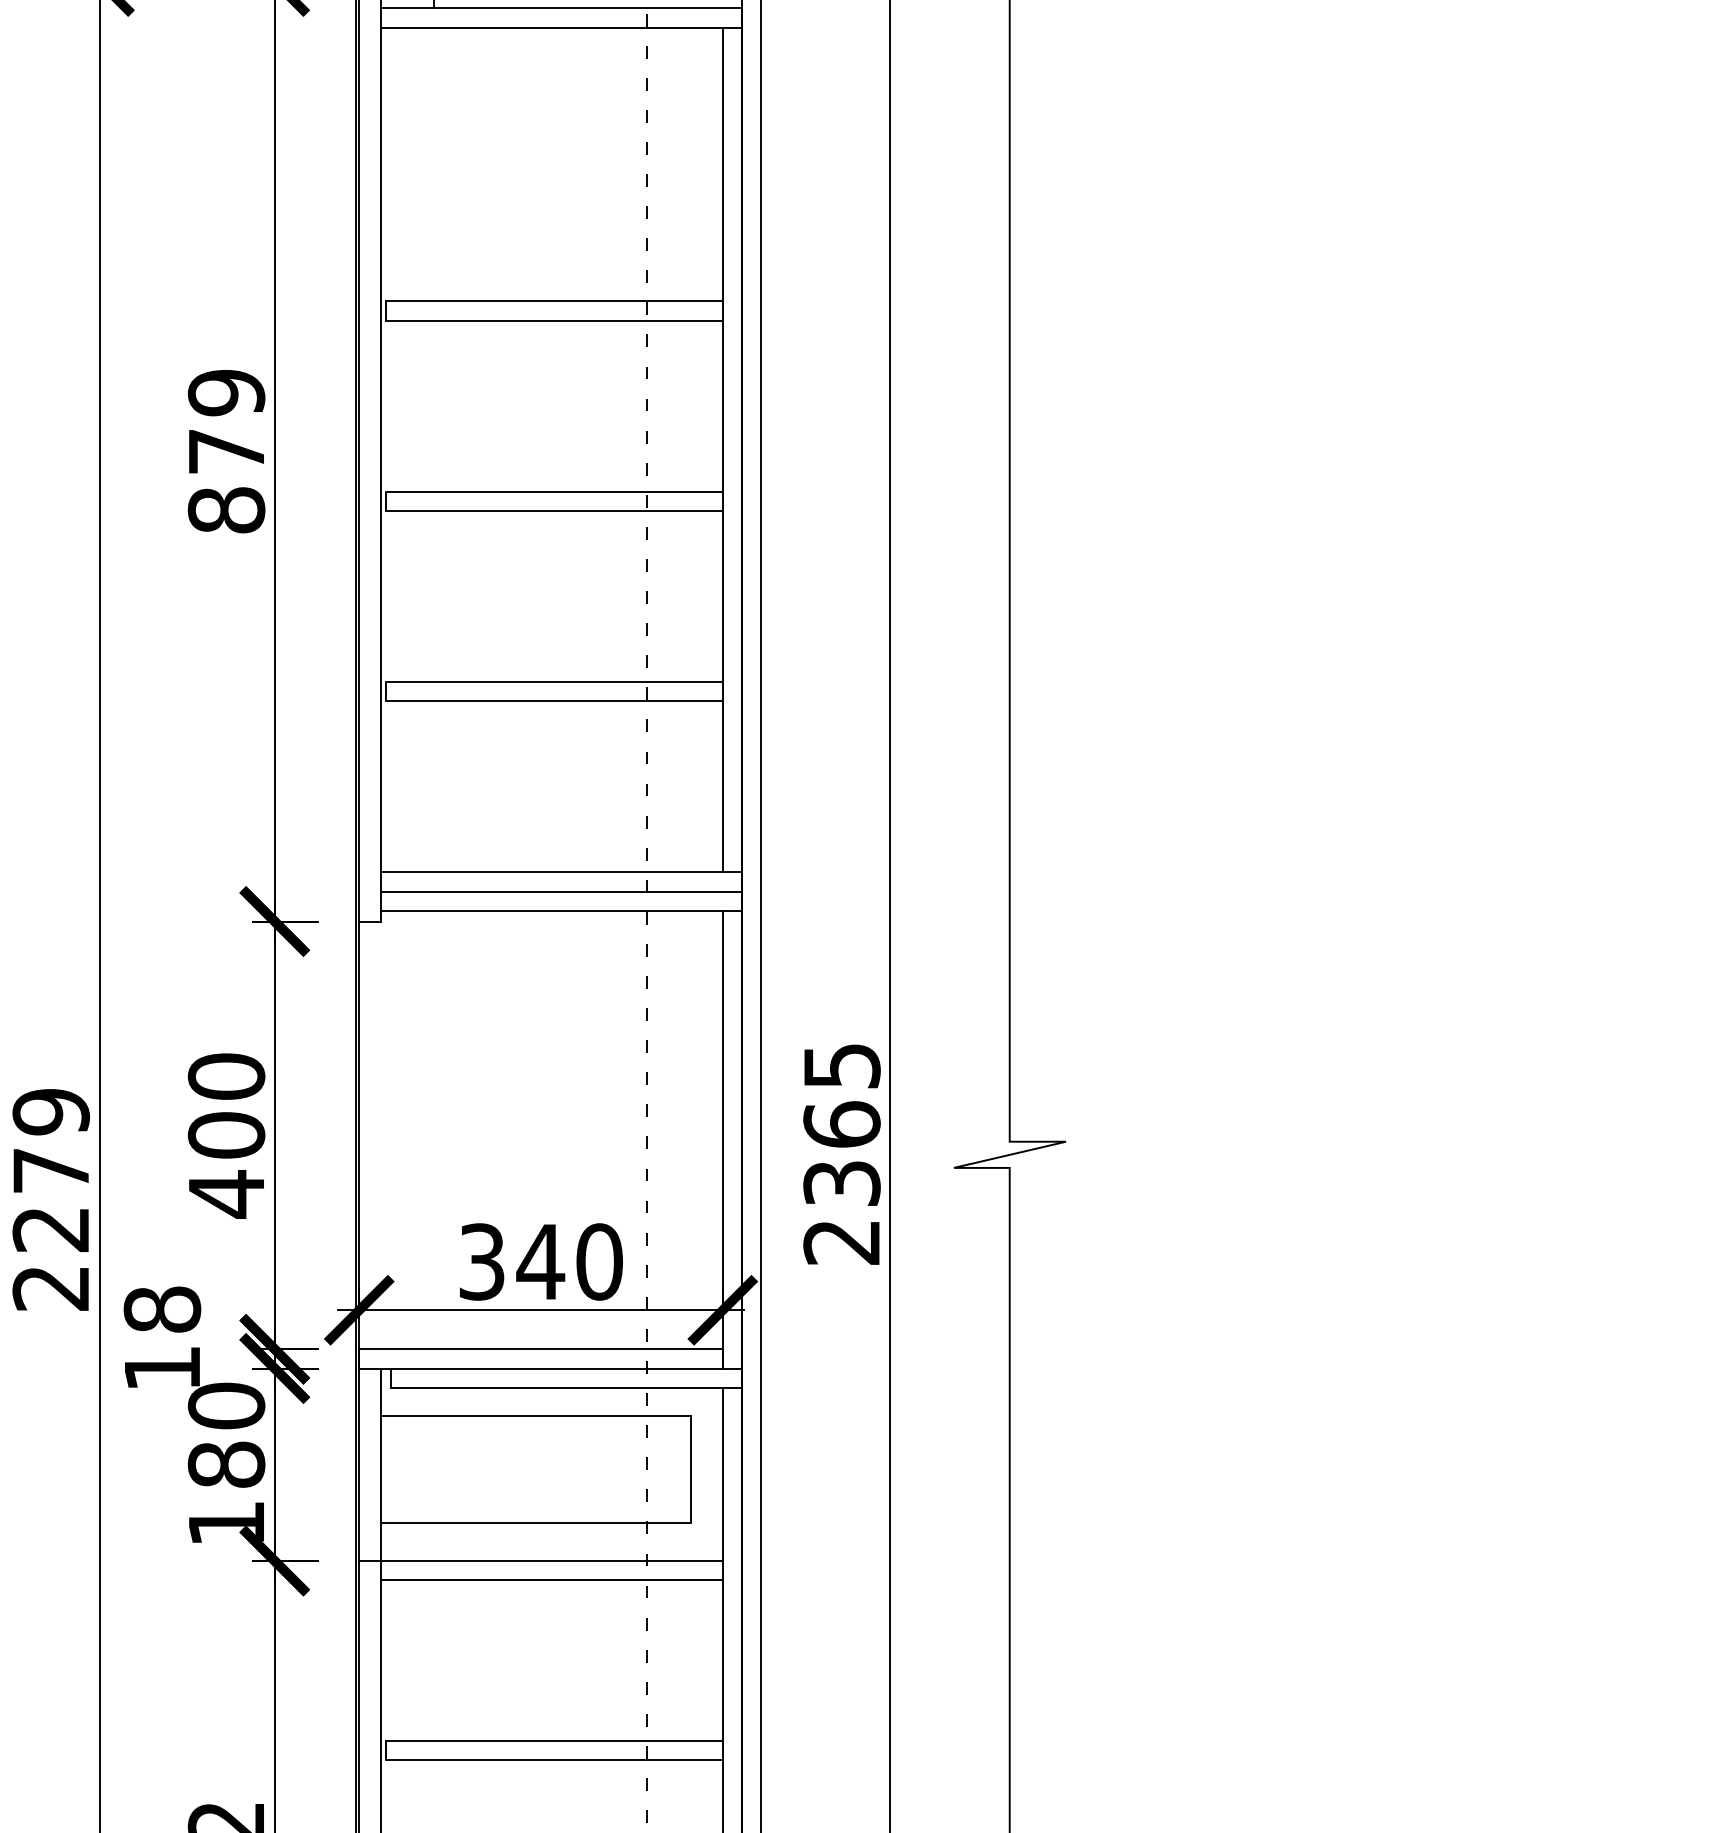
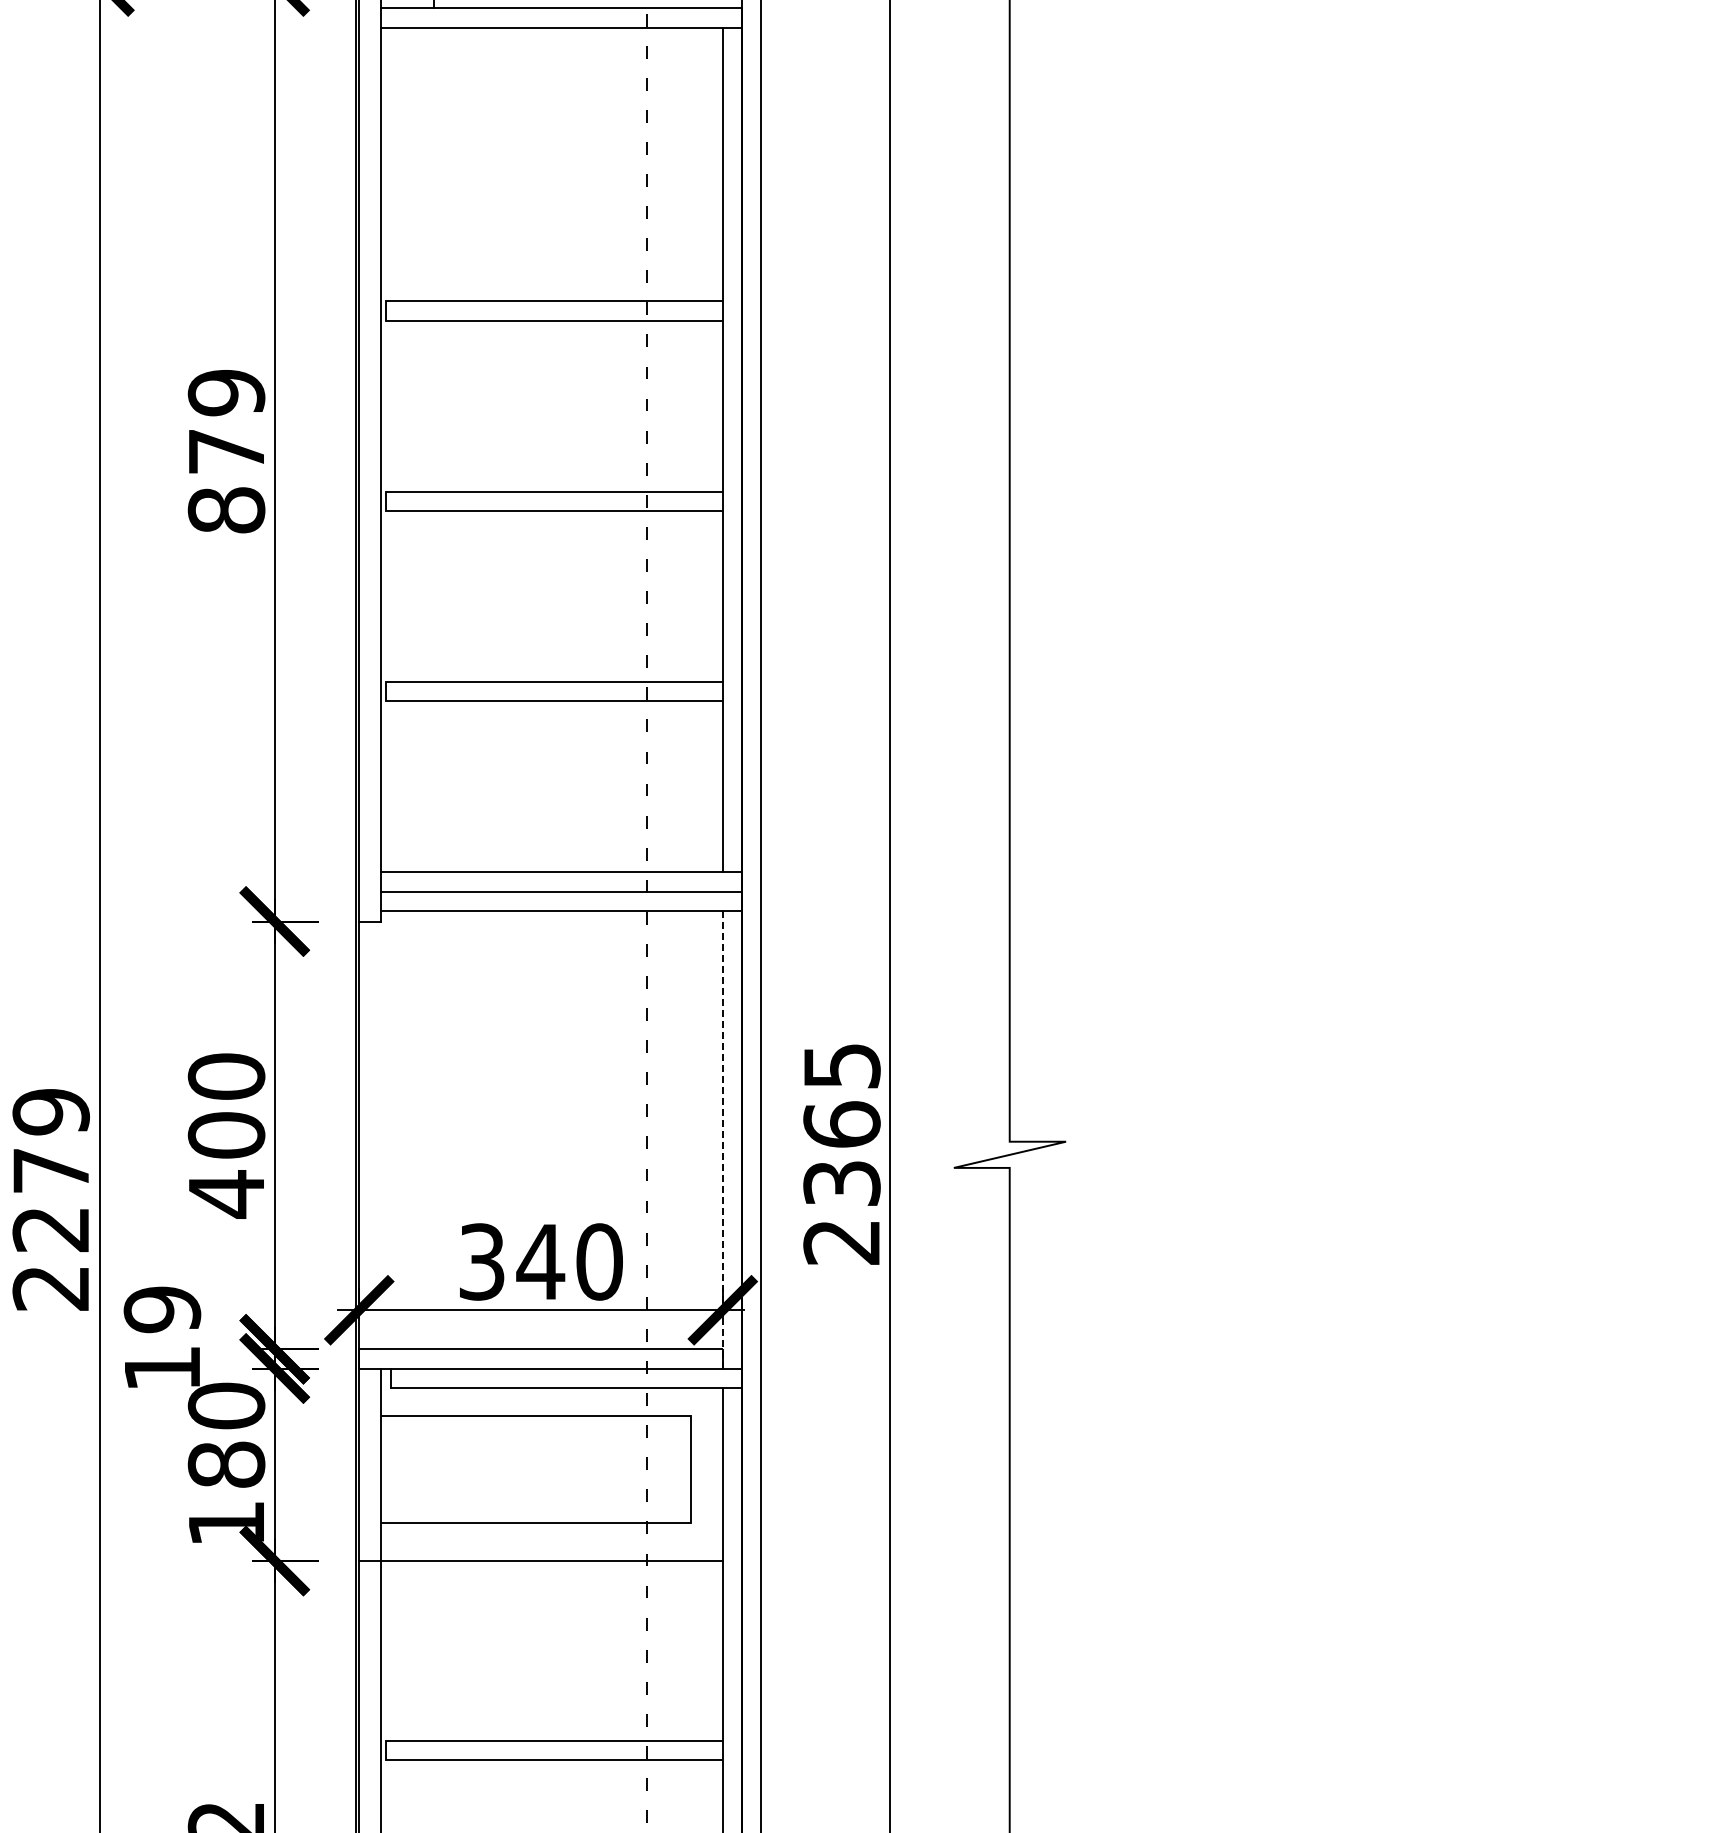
line at (722, 1139): solid -> dashed
text at (162, 1309): 18 -> 19
line at (551, 1580): present -> none
